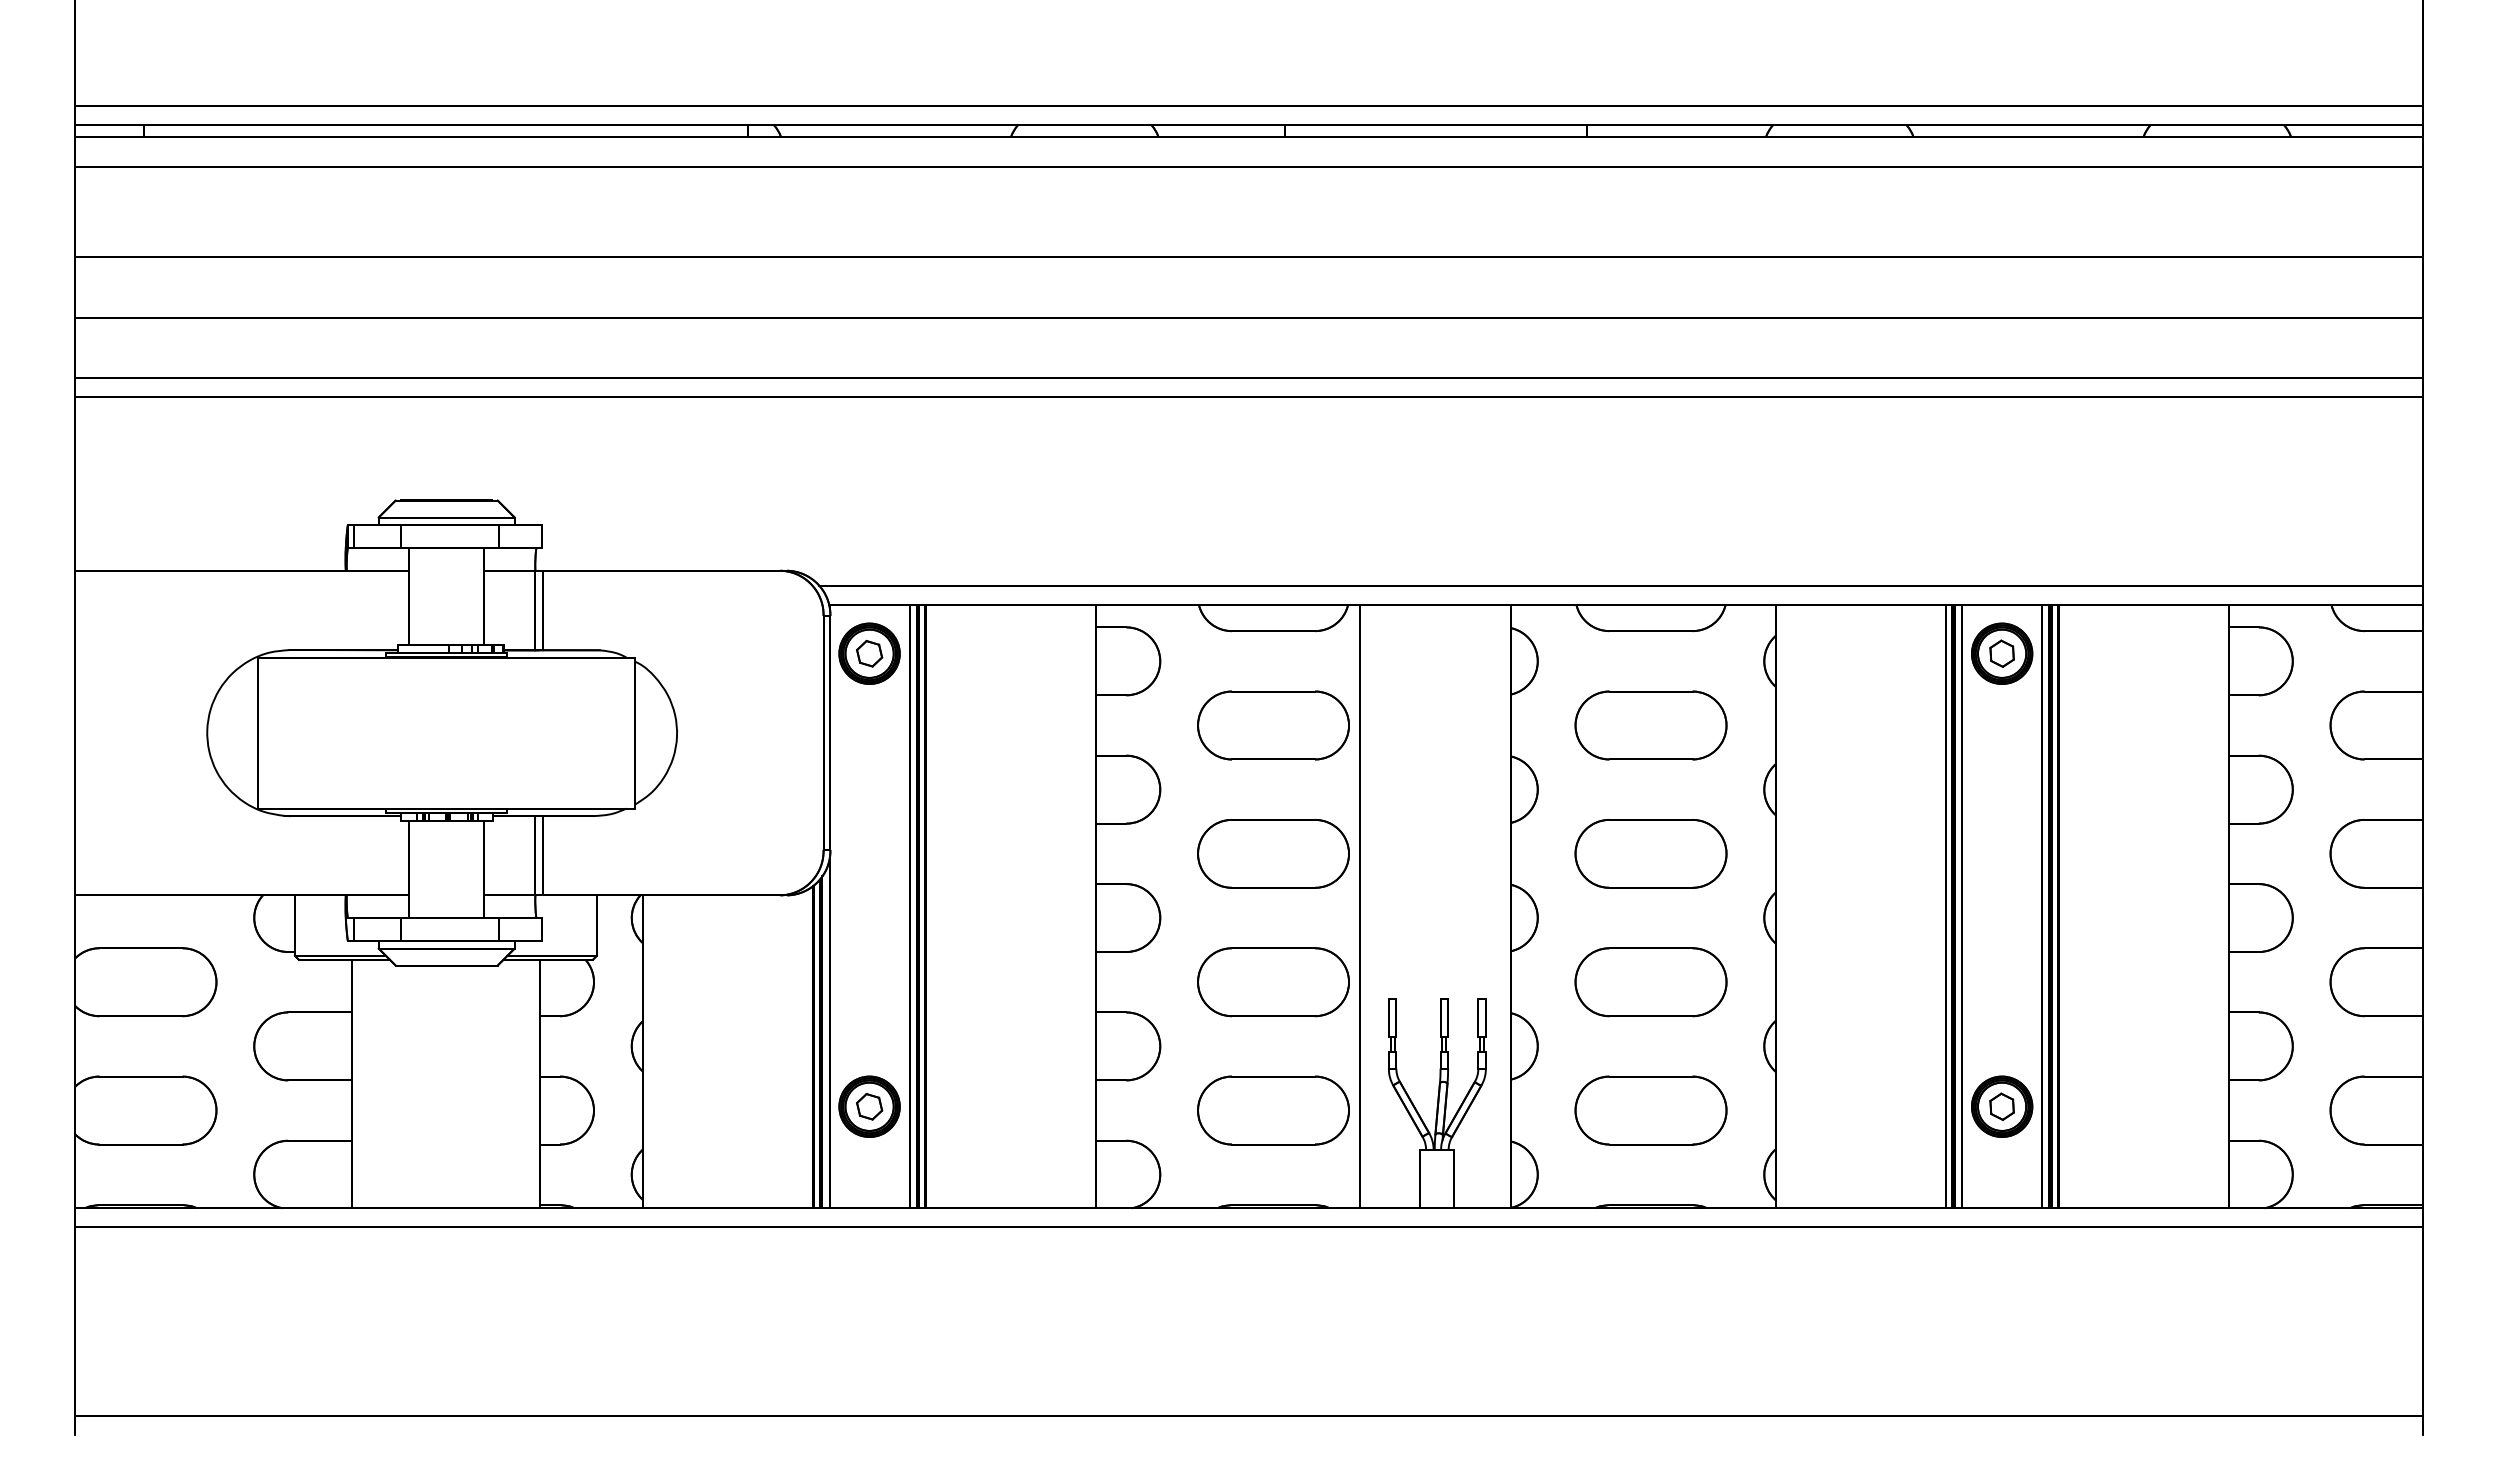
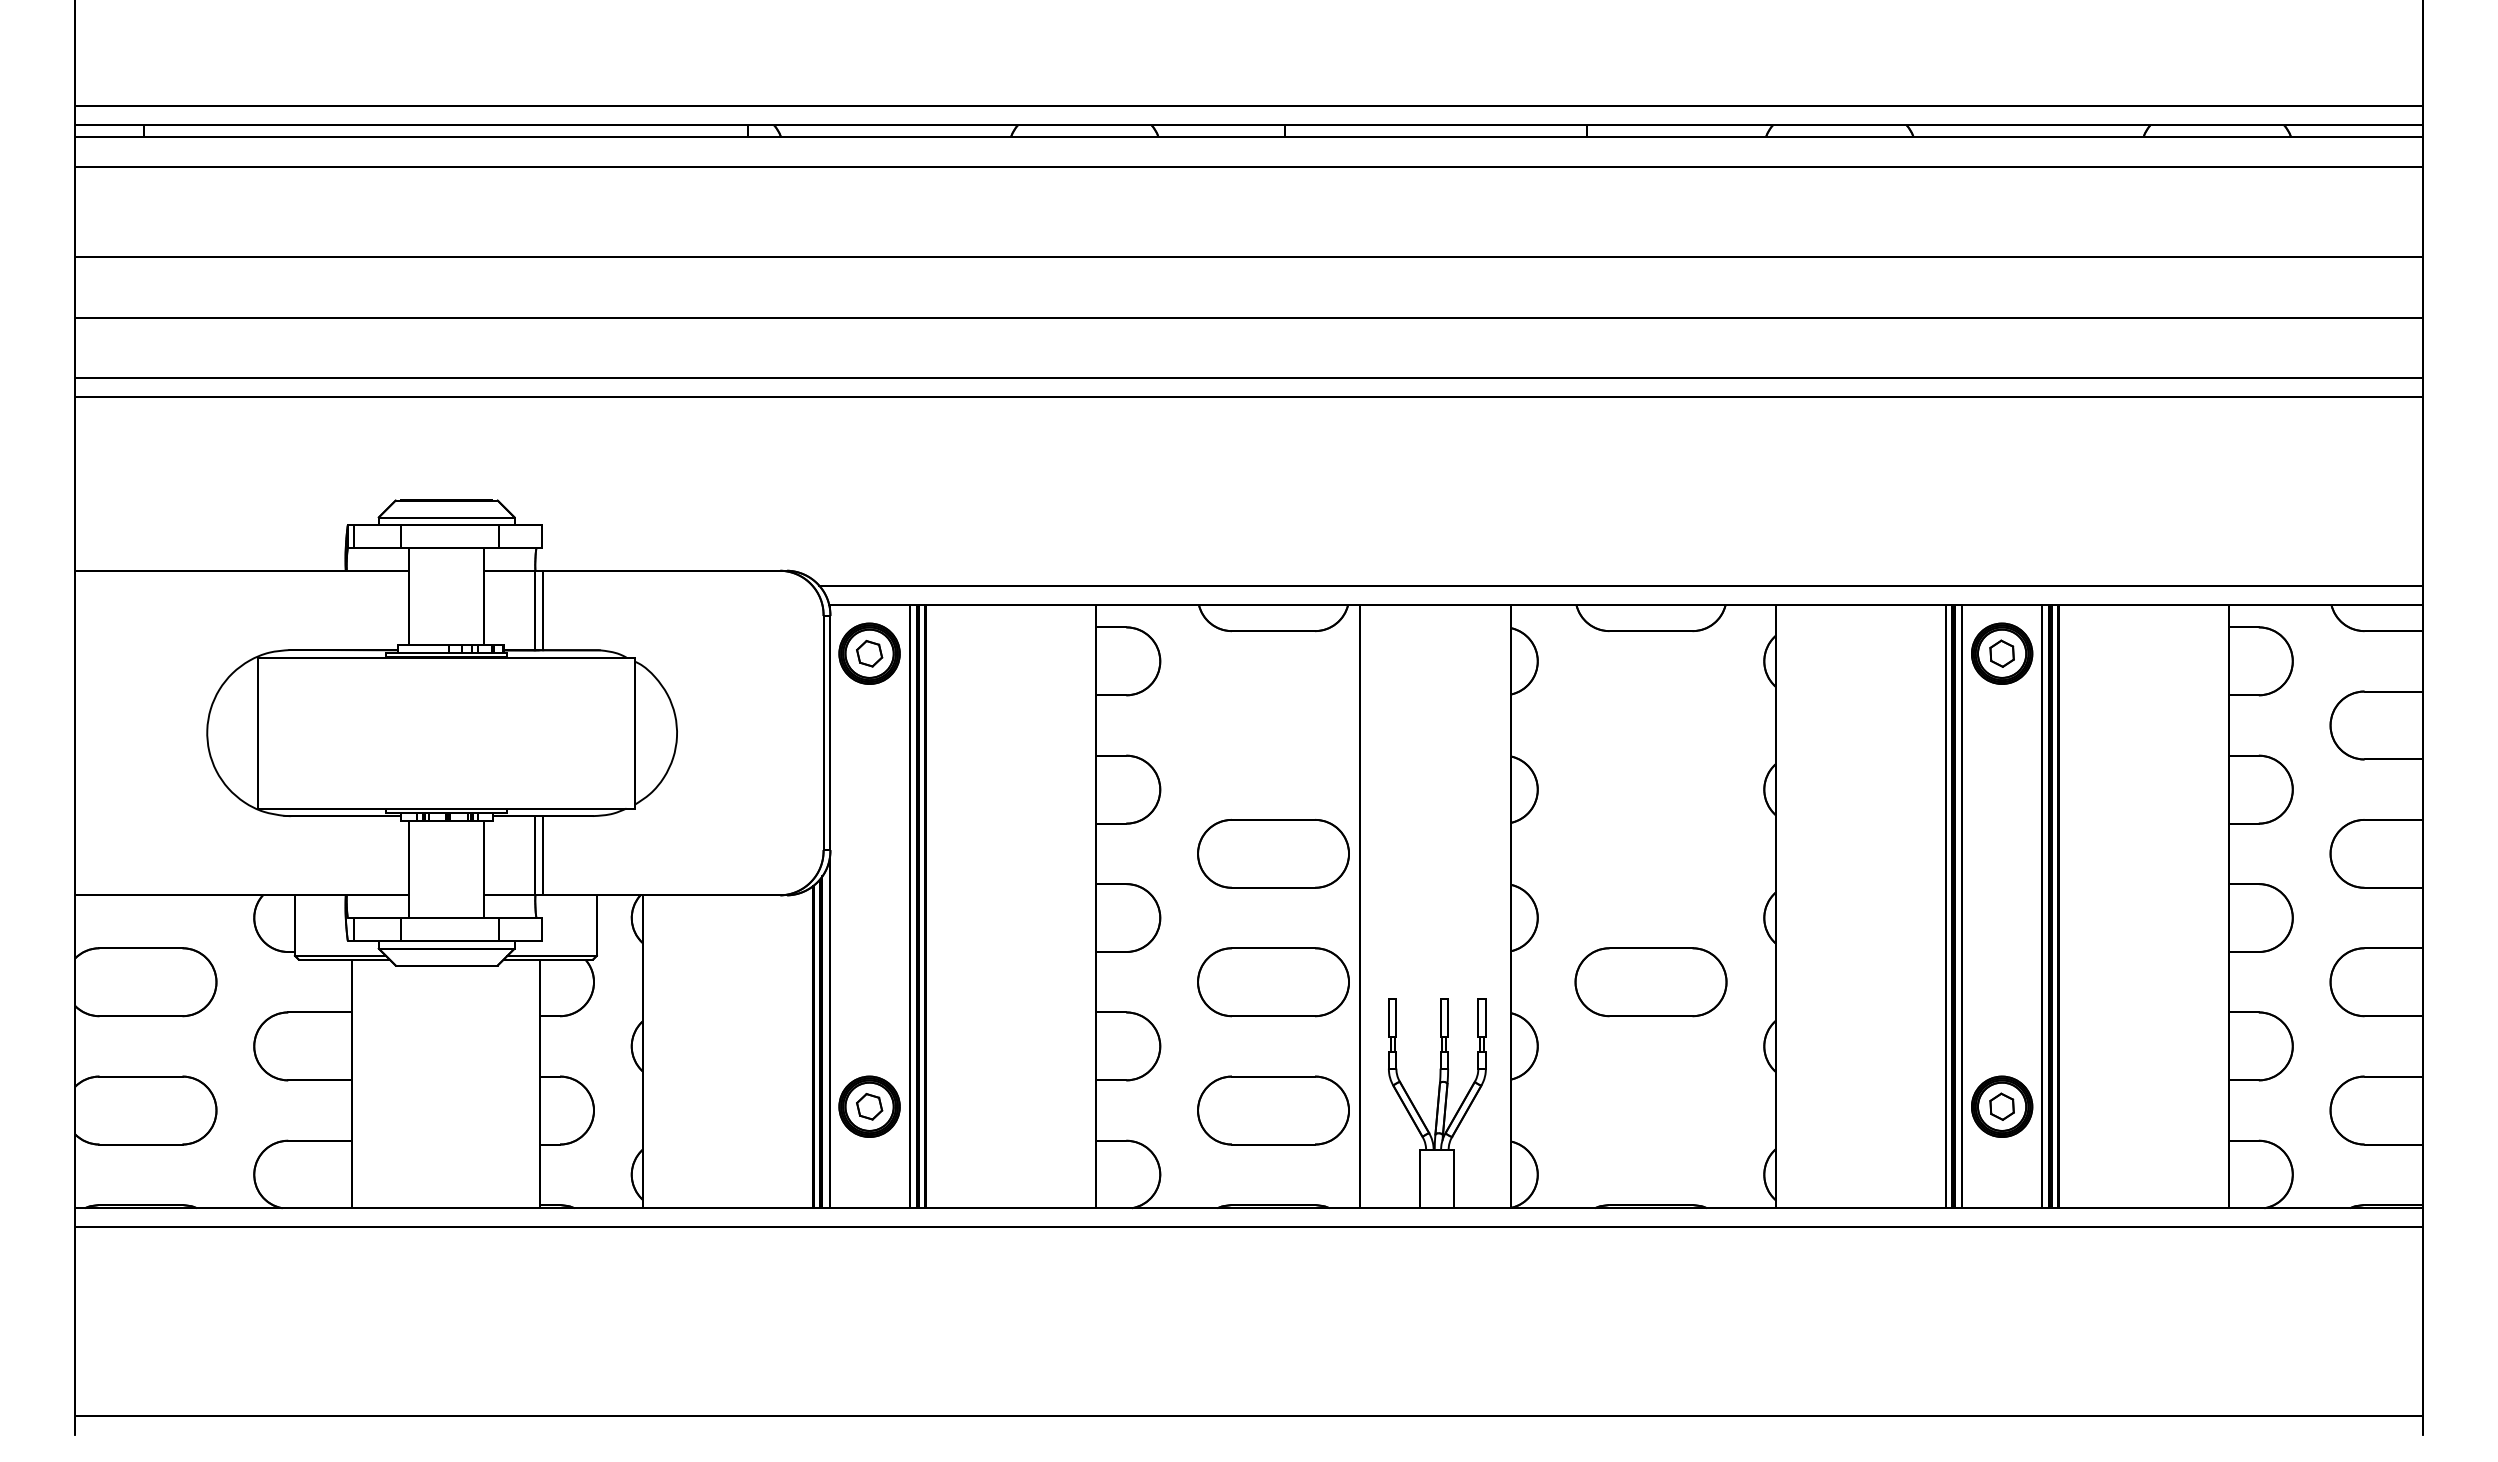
part at (1273, 725): present -> none
part at (1650, 725): present -> none
part at (1650, 853): present -> none
part at (1650, 1110): present -> none
